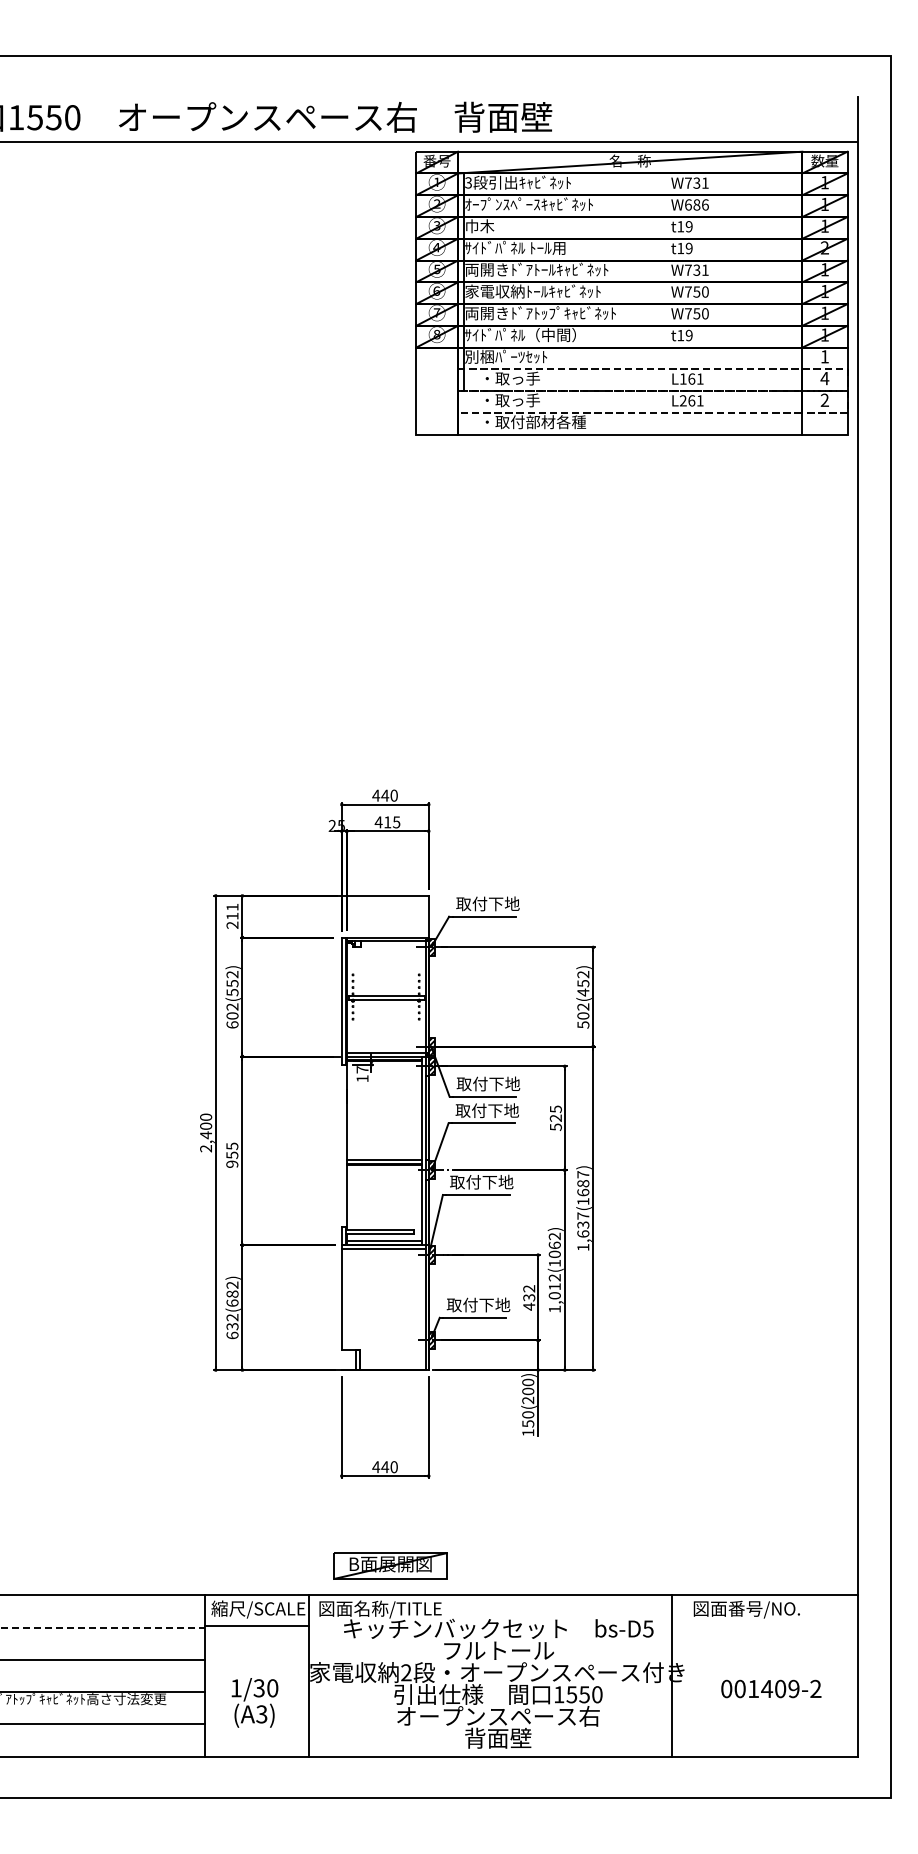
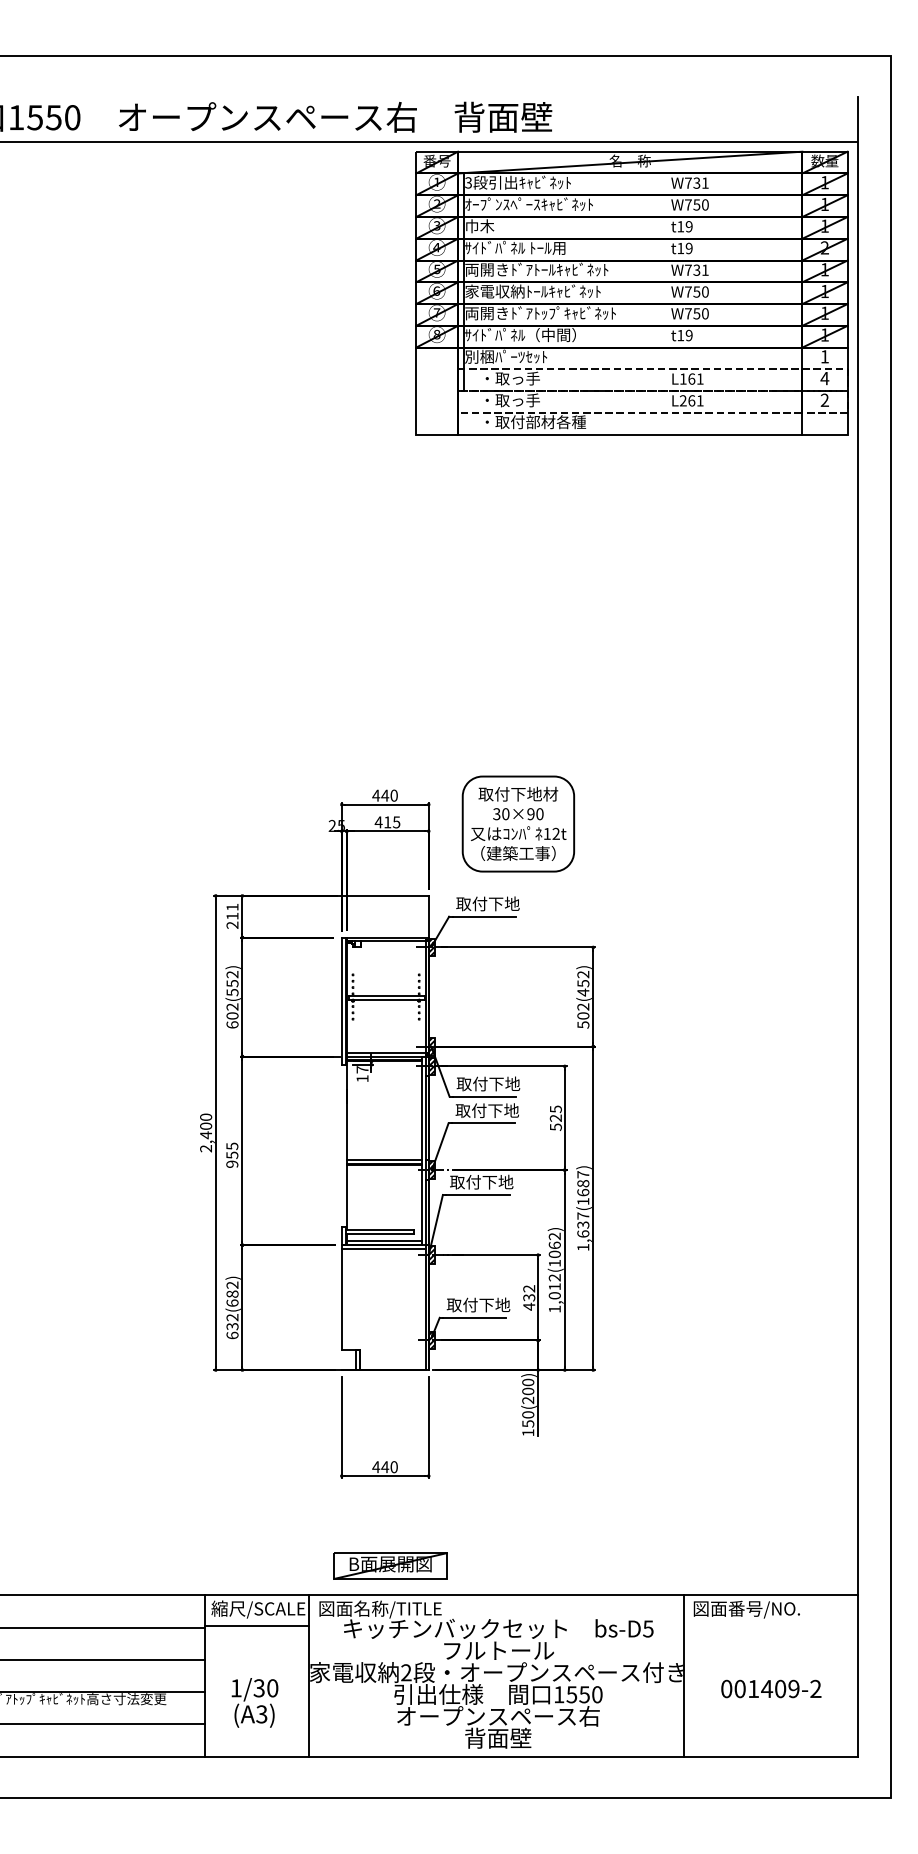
text at (696, 204): W686 -> W750
part at (518, 823): none -> present
line at (103, 1627): dashed -> solid
line at (672, 1675) position: (672, 1675) -> (684, 1675)
